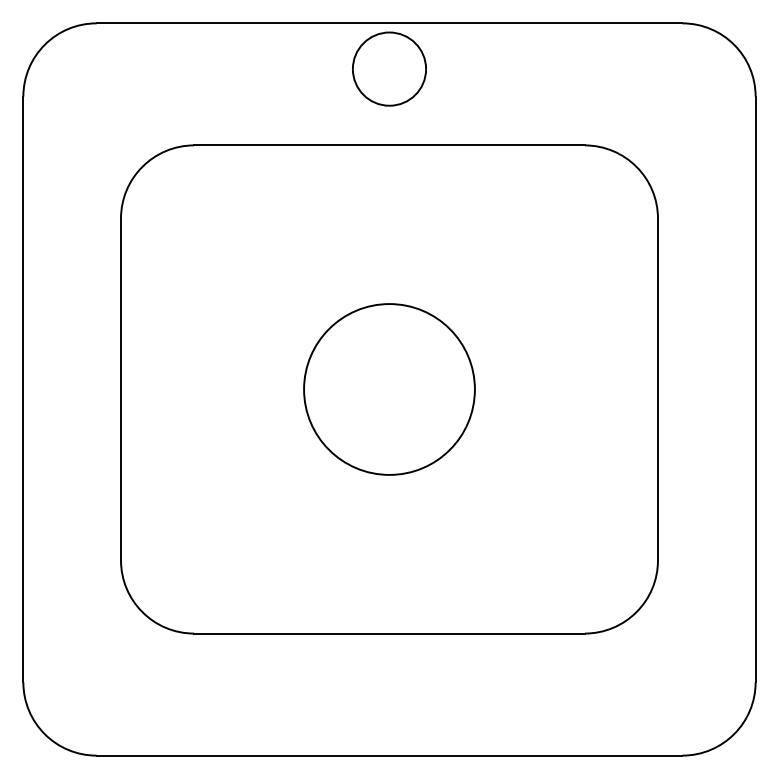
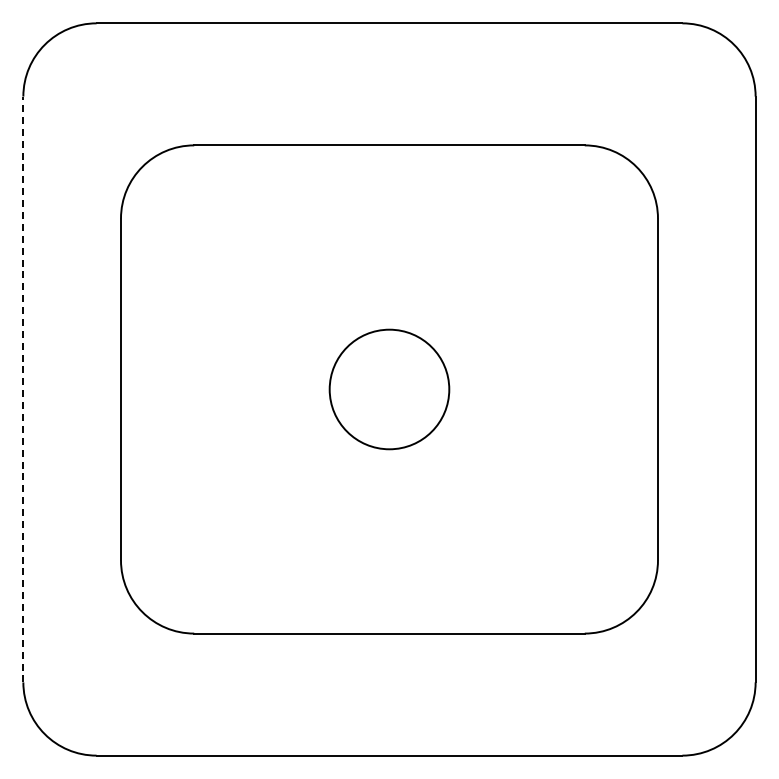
part at (389, 68): present -> none
line at (23, 389): solid -> dashed
circle at (389, 389) diameter: 171 px -> 120 px
